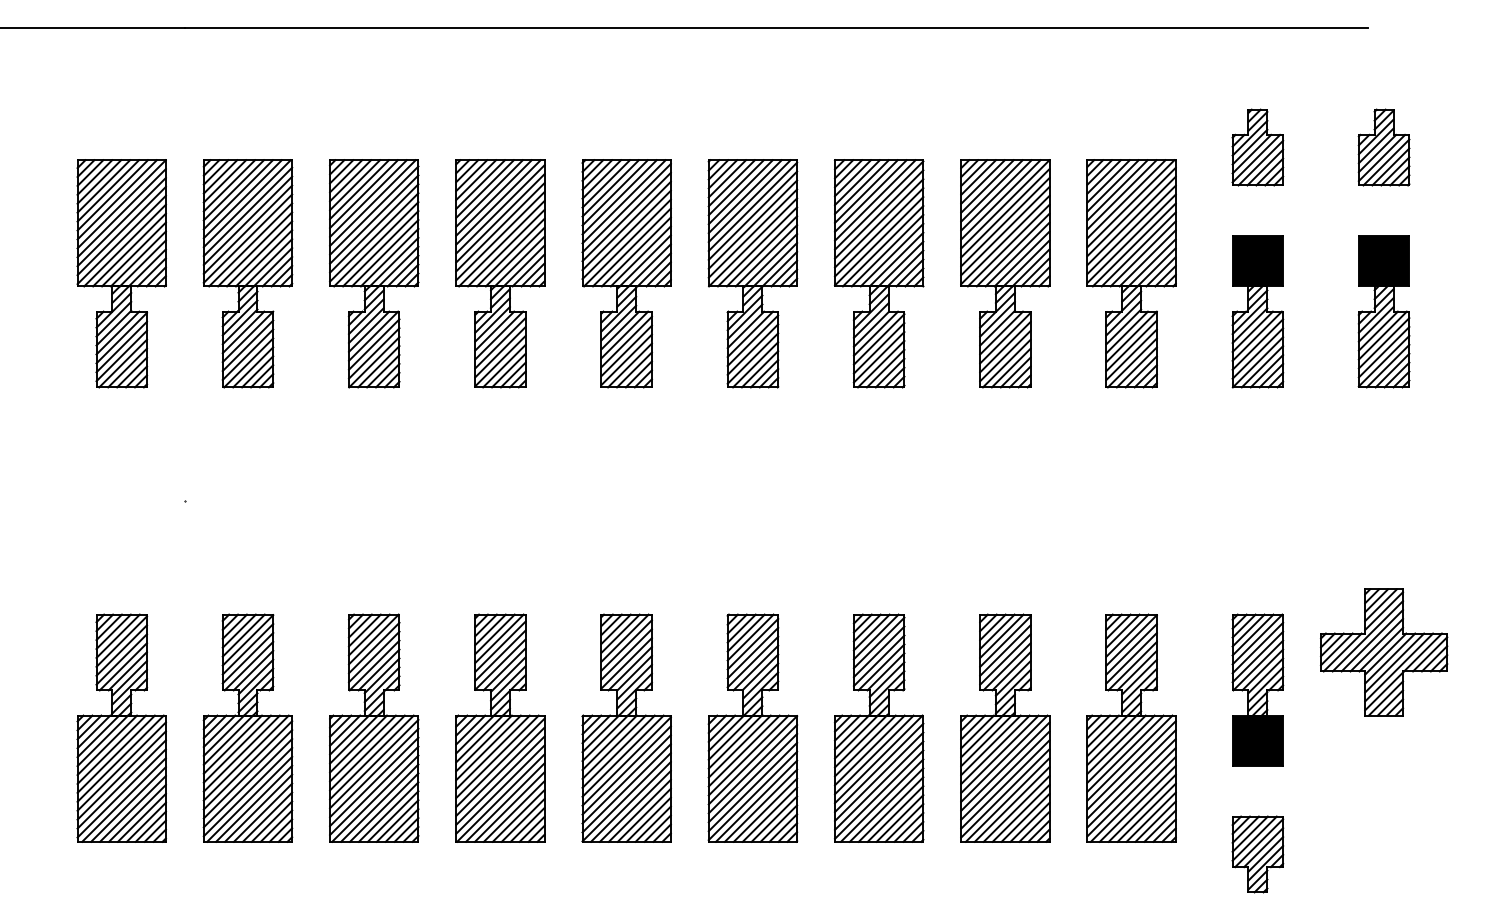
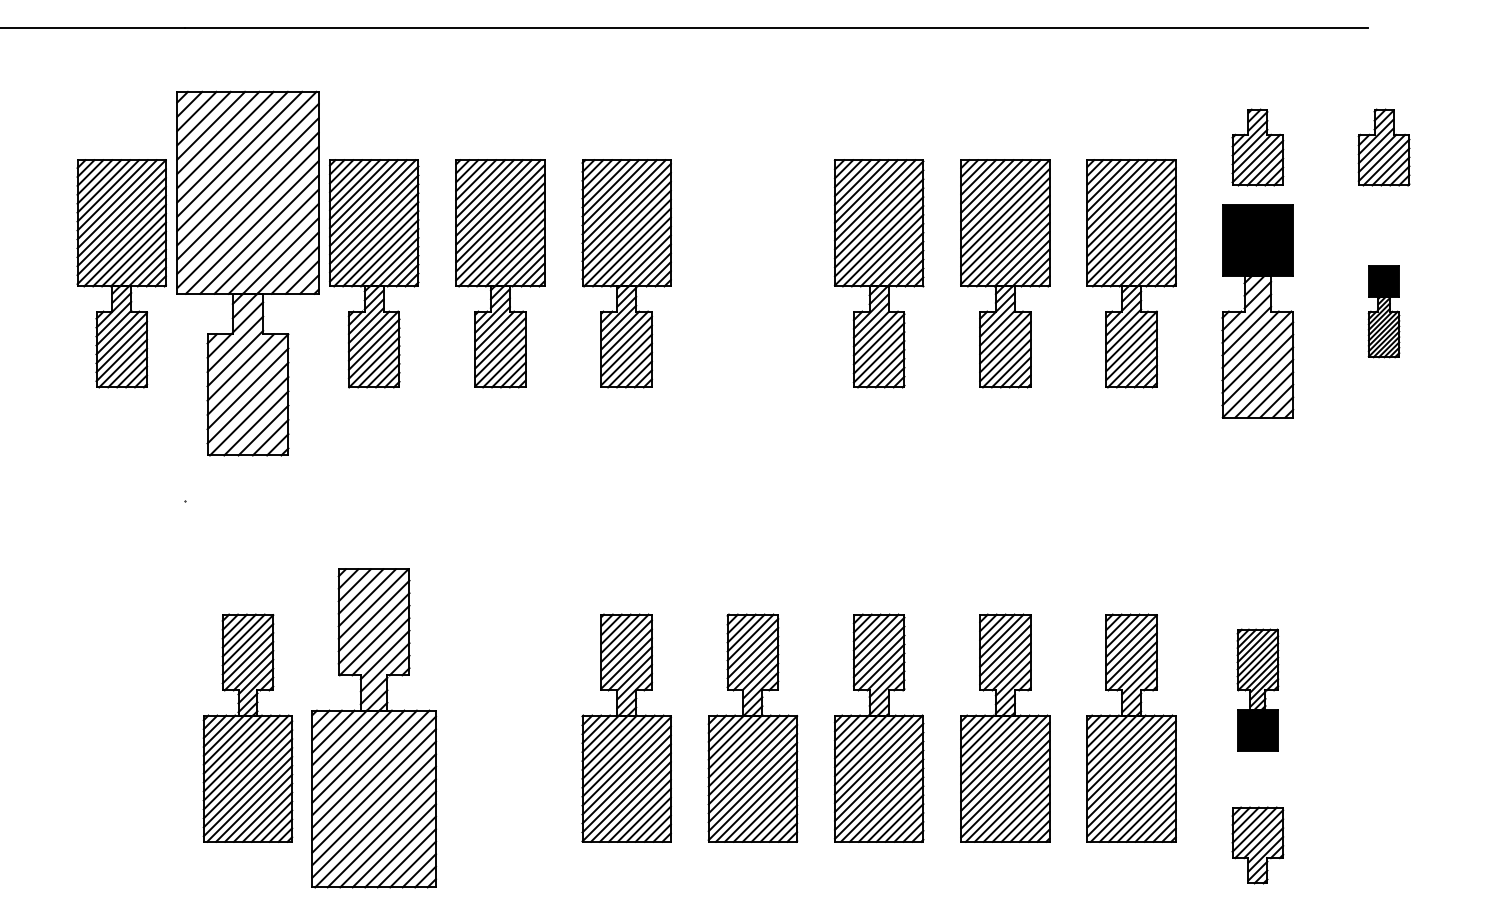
part at (247, 273) size: 92x230 px -> 144x367 px
part at (752, 273): present -> none
part at (1257, 311) size: 54x154 px -> 74x215 px
part at (1383, 311) size: 54x154 px -> 34x94 px
part at (1384, 652): present -> none
part at (1257, 689) size: 54x154 px -> 44x124 px
part at (121, 727): present -> none
part at (374, 727) size: 91x230 px -> 127x321 px
part at (500, 727): present -> none
part at (1257, 854) position: (1257, 854) -> (1257, 845)
